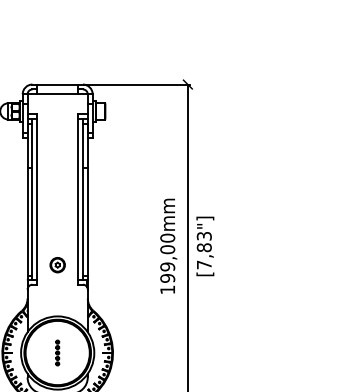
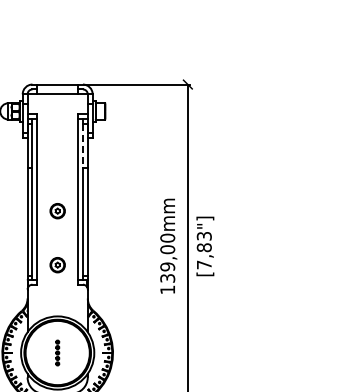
line at (82, 145): solid -> dashed
part at (57, 211): none -> present
text at (167, 278): 199,00mm -> 139,00mm
